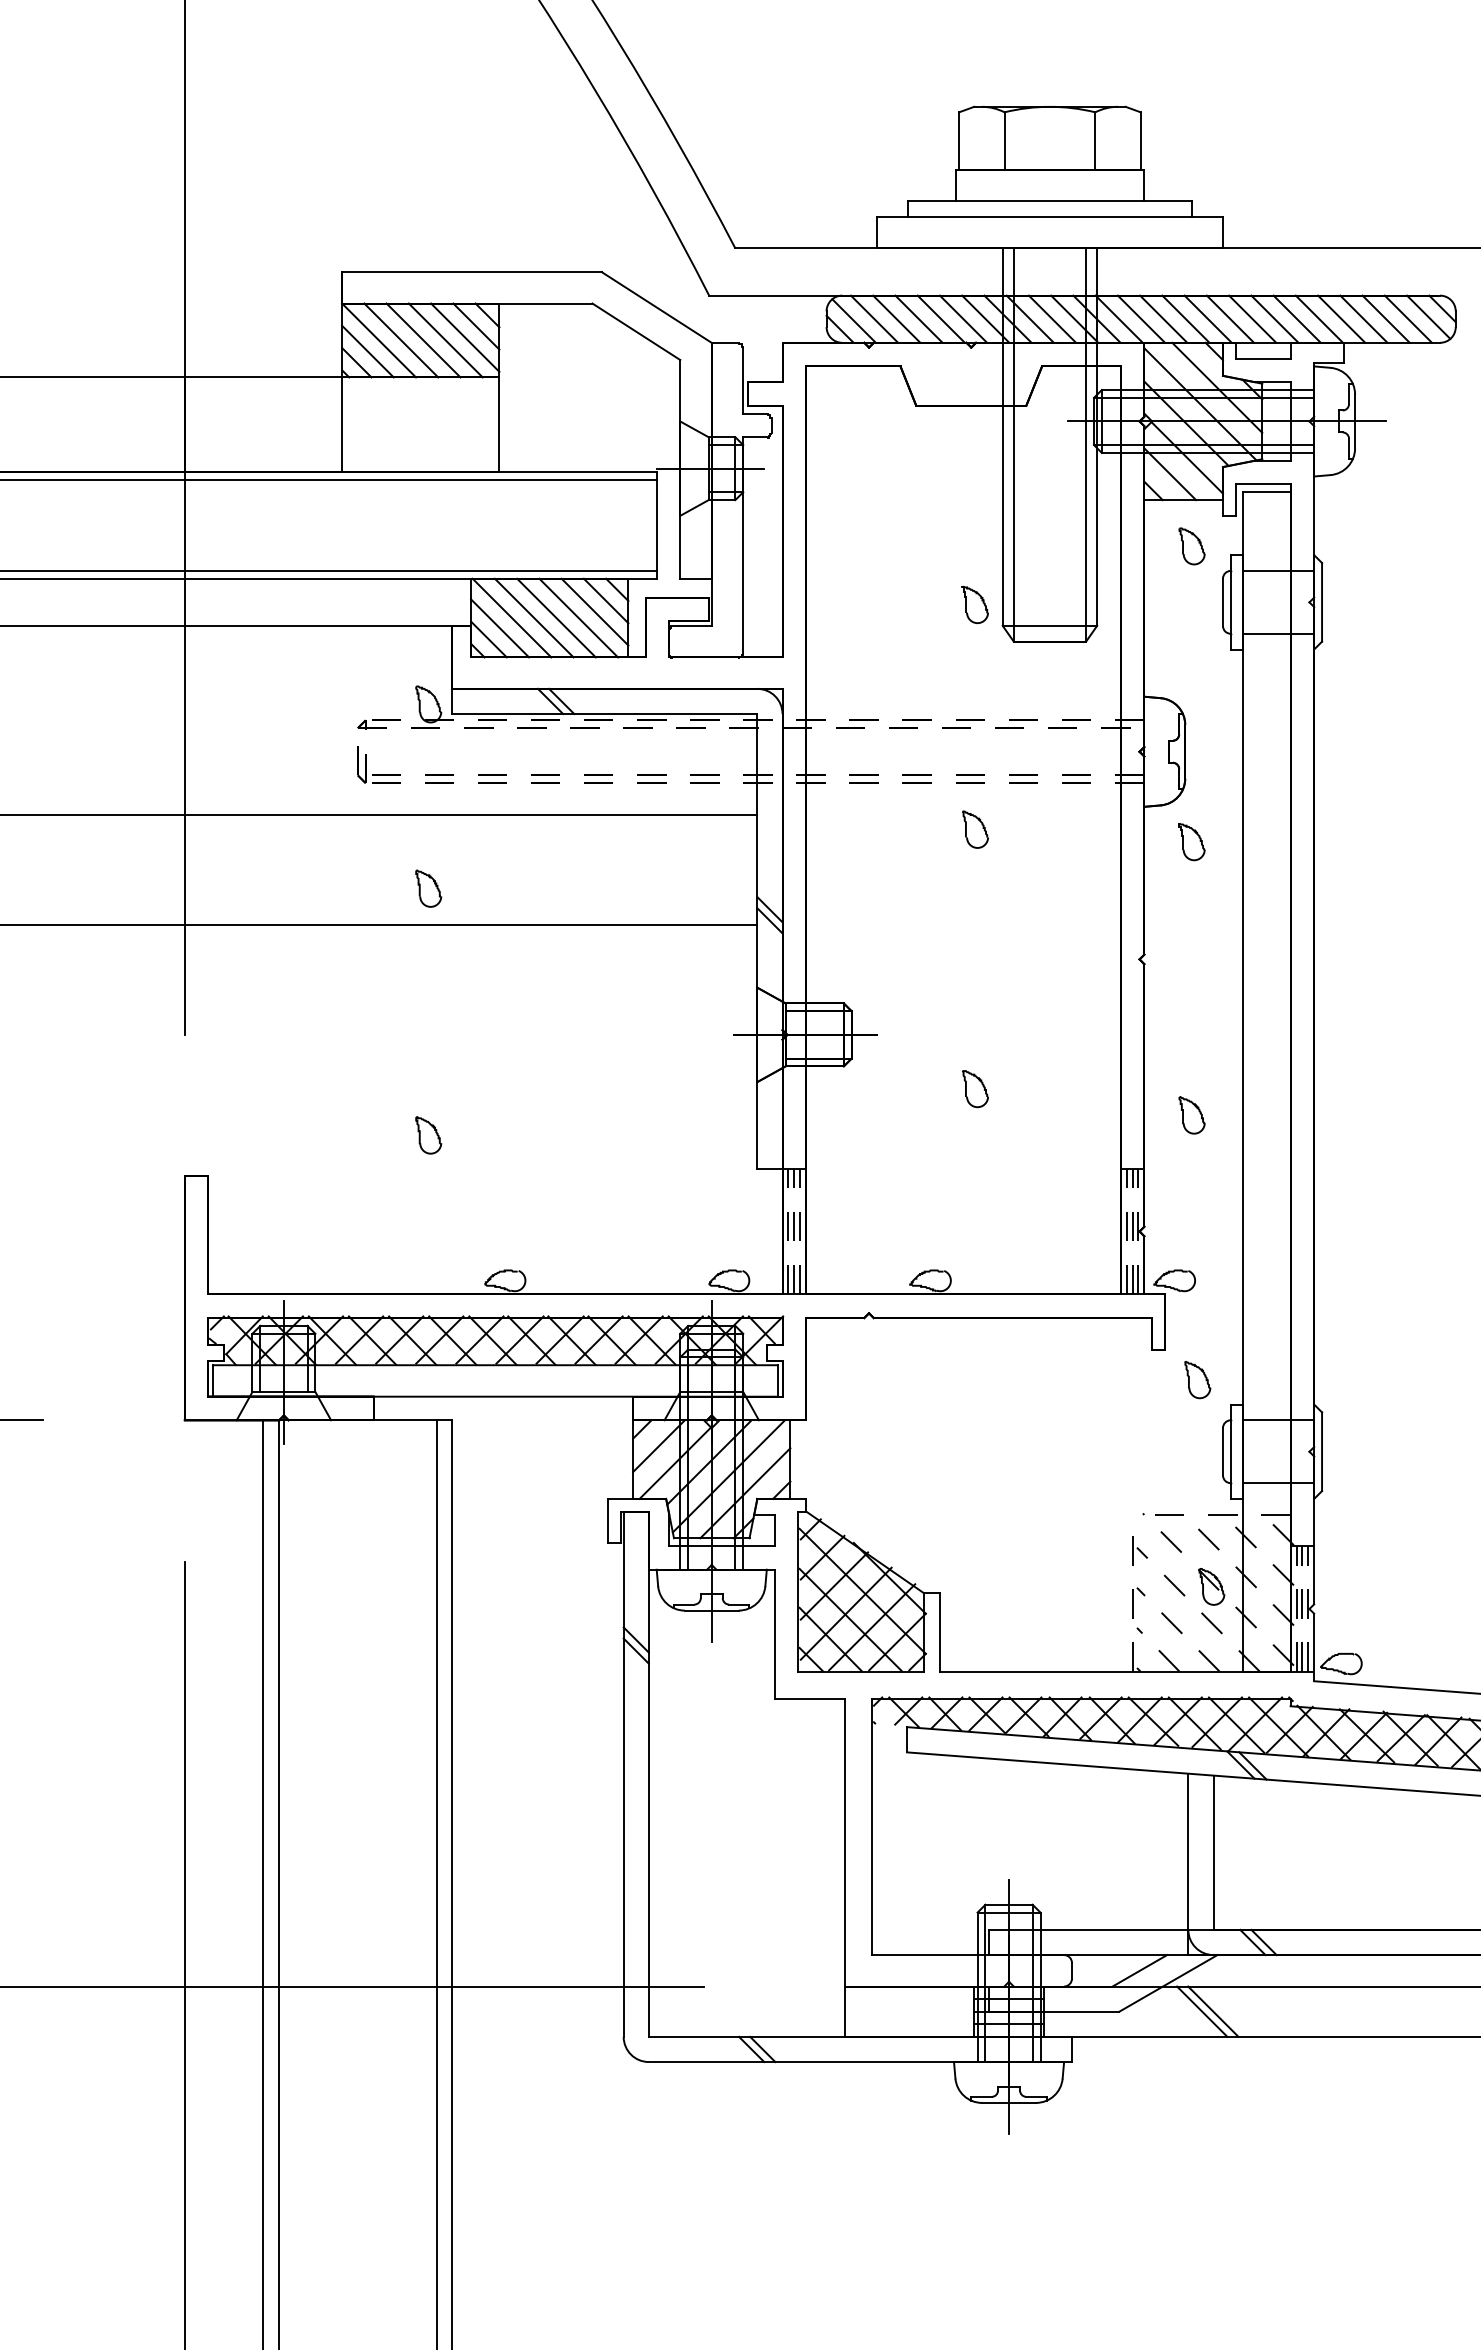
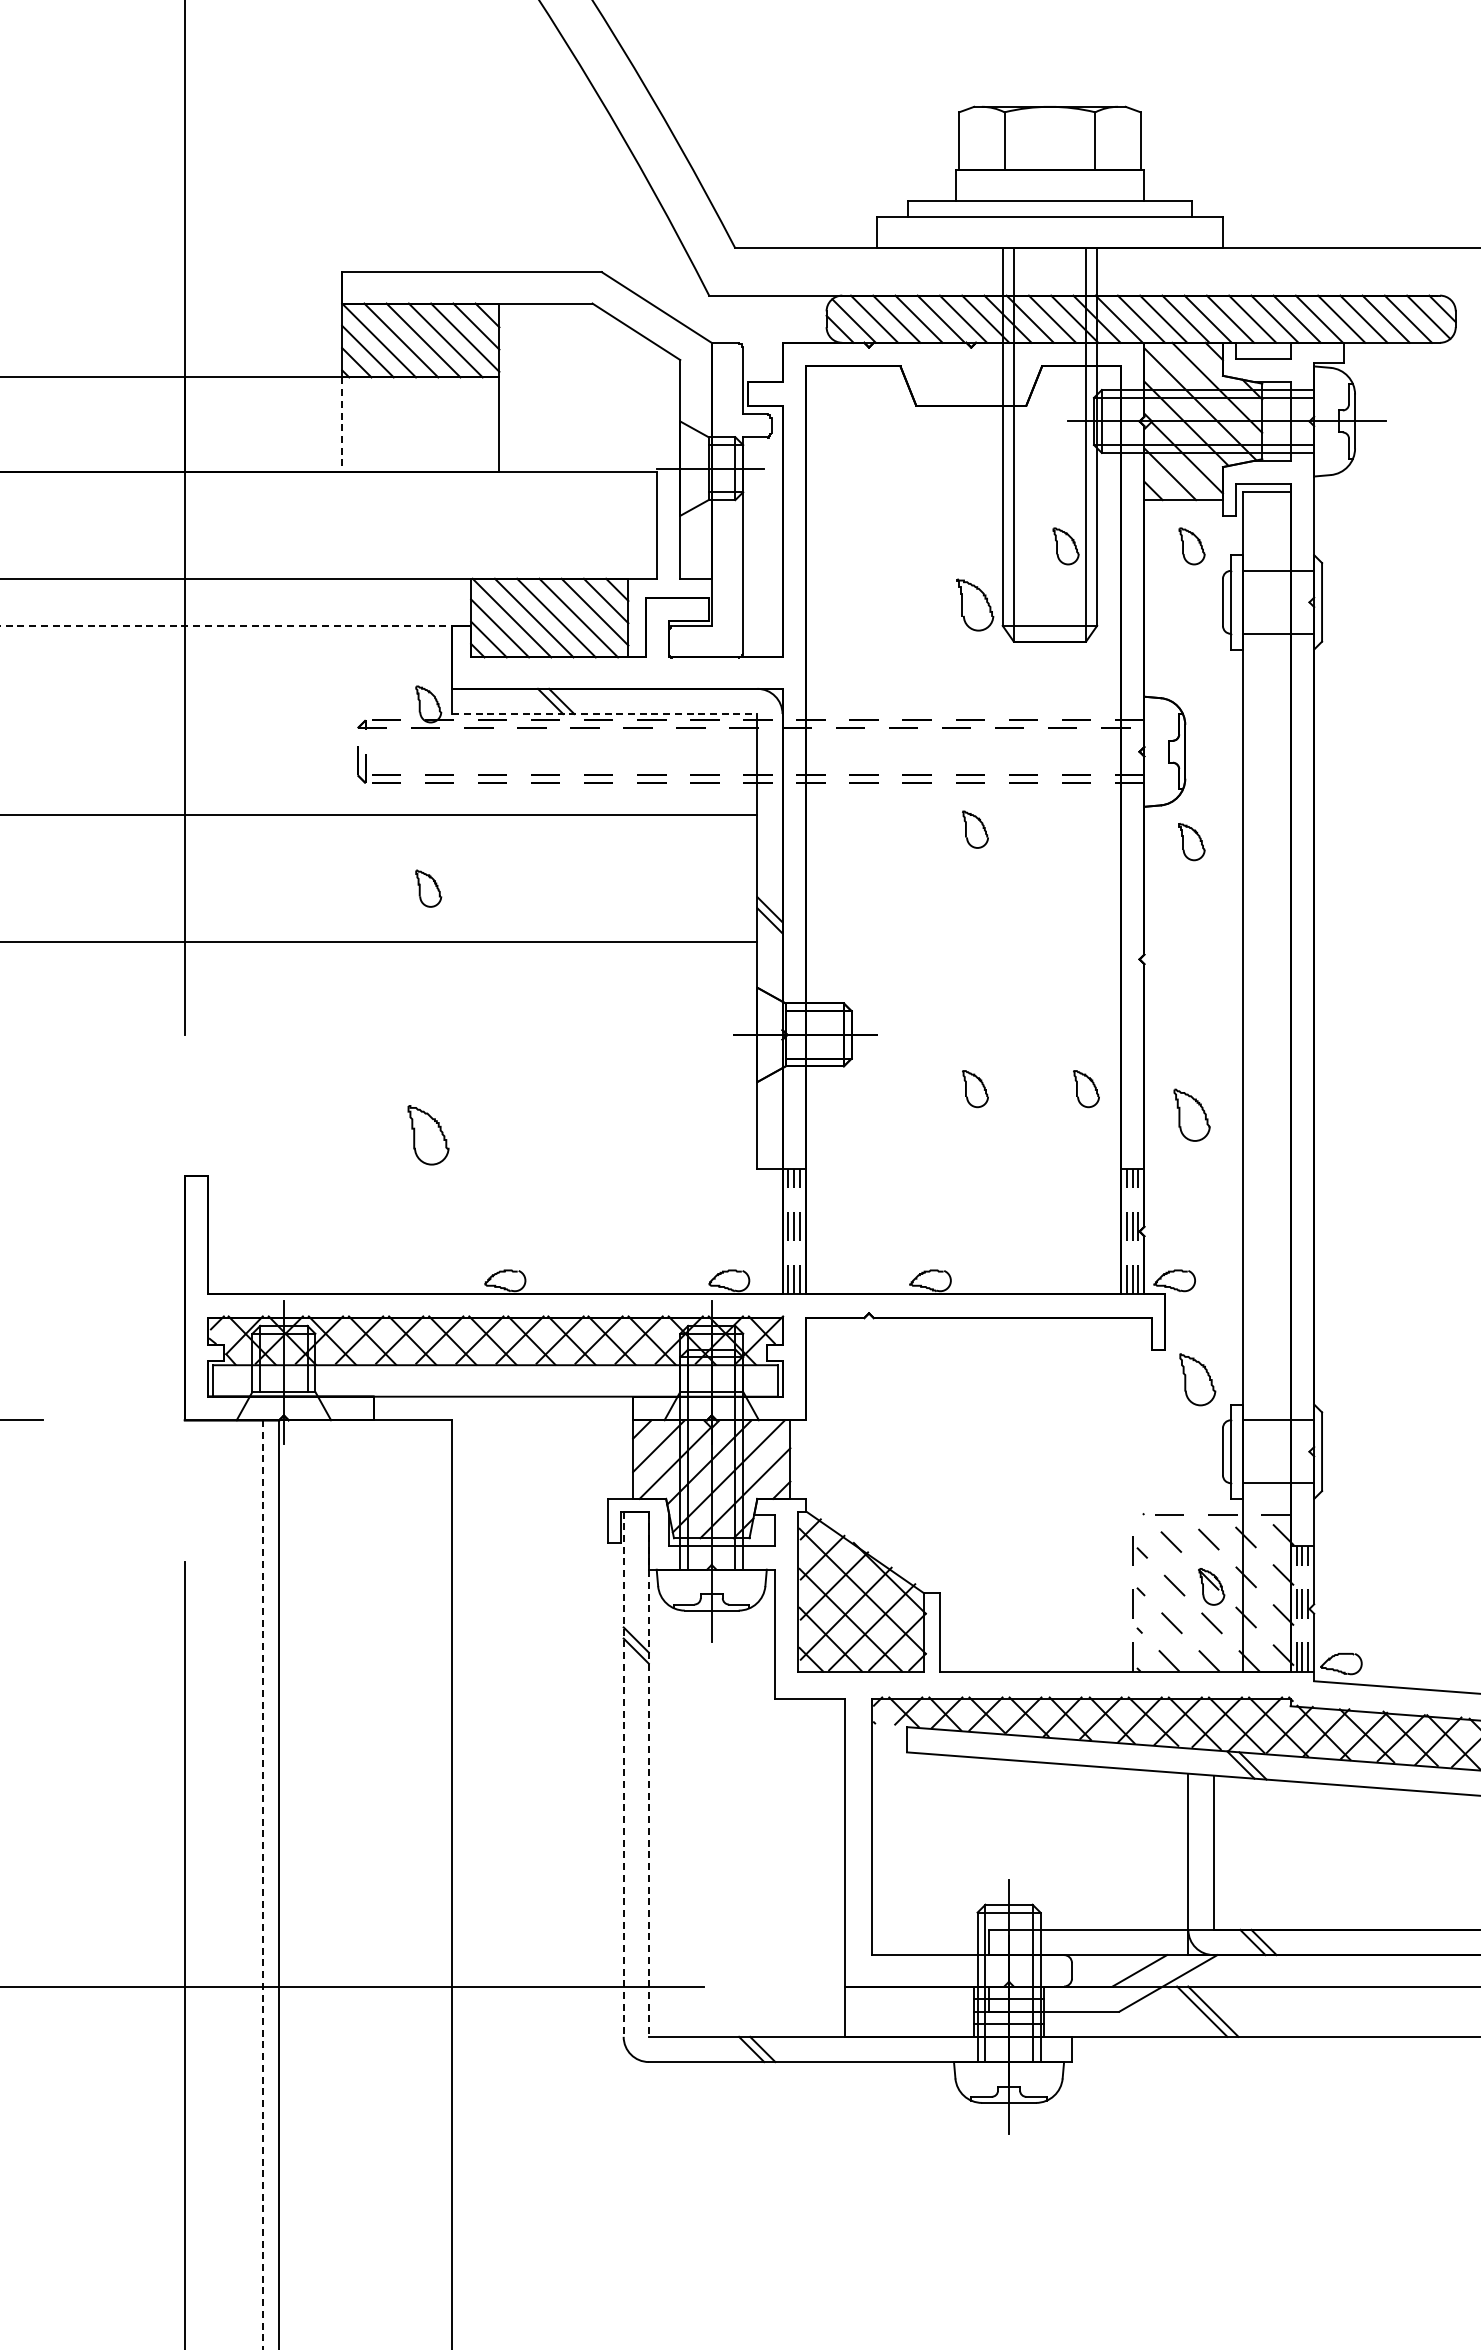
line at (342, 425): solid -> dashed
line at (329, 479): present -> none
part at (1065, 546): none -> present
line at (329, 570): present -> none
part at (974, 604) size: 28x39 px -> 39x54 px
line at (226, 625): solid -> dashed
line at (604, 714): solid -> dashed
line at (379, 924) position: (379, 924) -> (379, 941)
part at (1086, 1089): none -> present
part at (1191, 1115) size: 28x39 px -> 38x54 px
part at (428, 1135) size: 28x39 px -> 43x61 px
part at (1197, 1380) size: 28x39 px -> 38x54 px
line at (623, 1774): solid -> dashed
line at (648, 1774): solid -> dashed
line at (436, 1883): present -> none
line at (263, 1885): solid -> dashed
